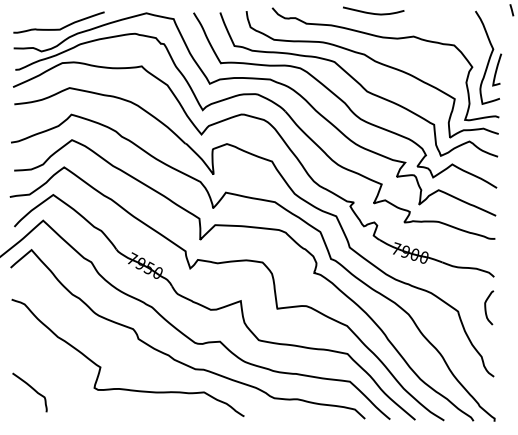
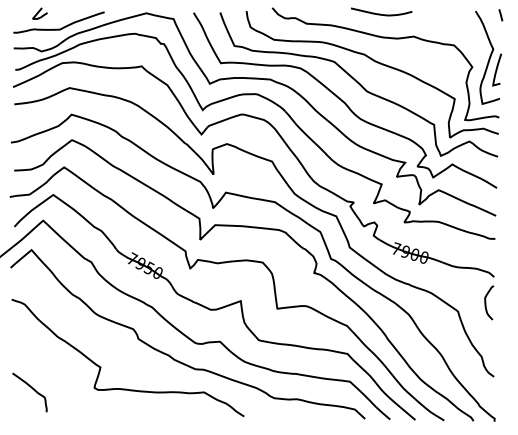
line at (511, 10) position: (511, 10) -> (500, 15)
curve at (39, 12): none -> present
curve at (373, 12) position: (373, 12) -> (381, 13)
curve at (486, 307) position: (486, 307) -> (486, 302)
